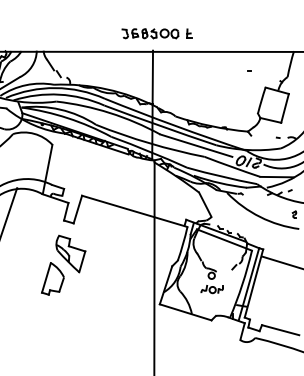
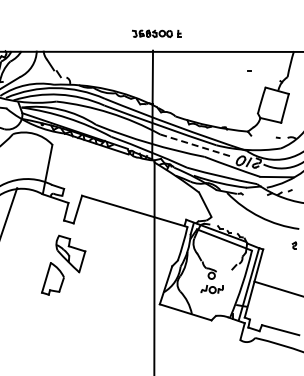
part at (156, 33) size: 72x12 px -> 50x10 px
line at (196, 145): solid -> dashed
part at (294, 214) position: (294, 214) -> (294, 245)
line at (281, 262) position: (281, 262) -> (277, 288)
